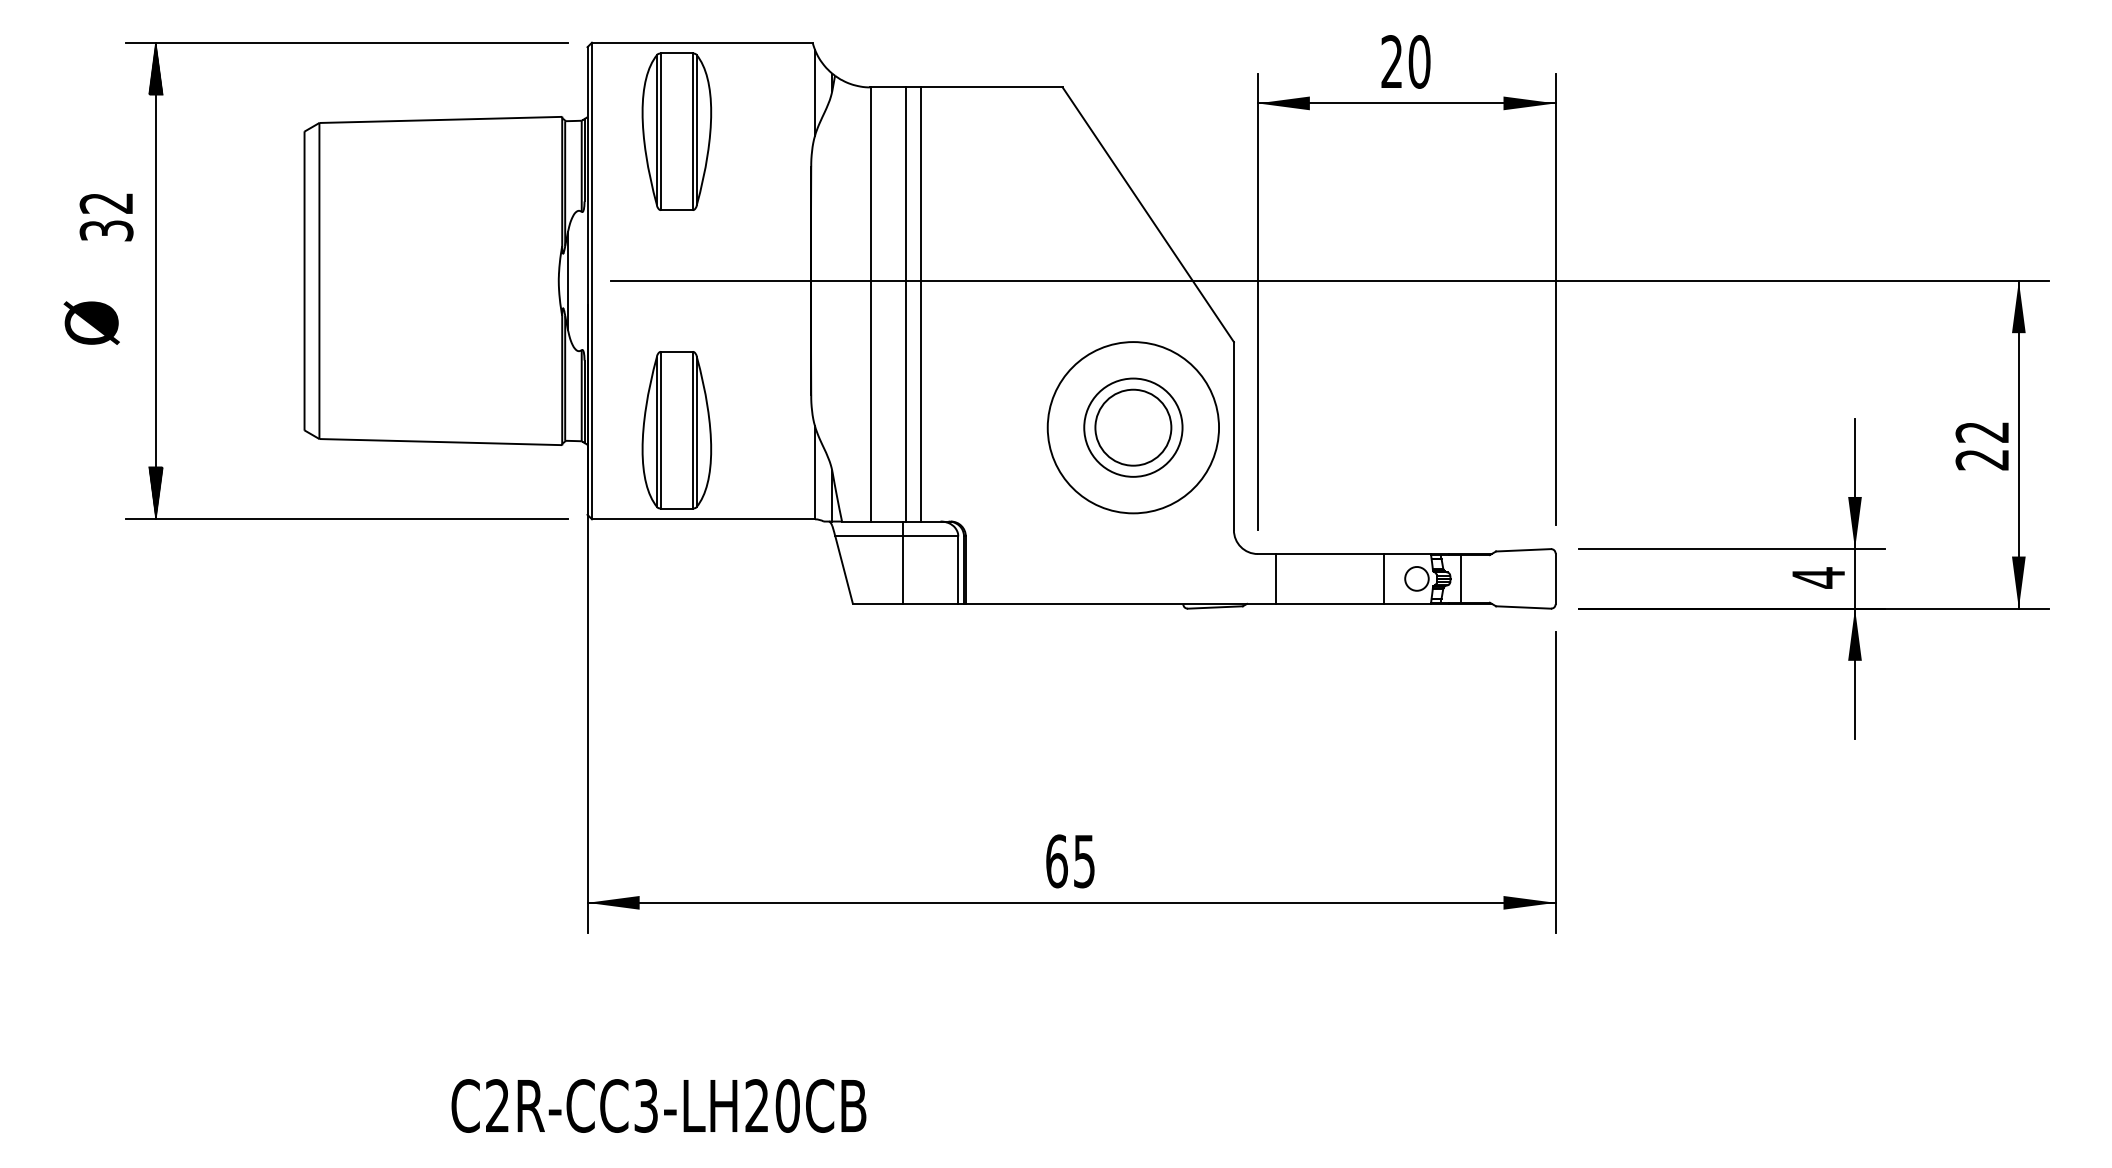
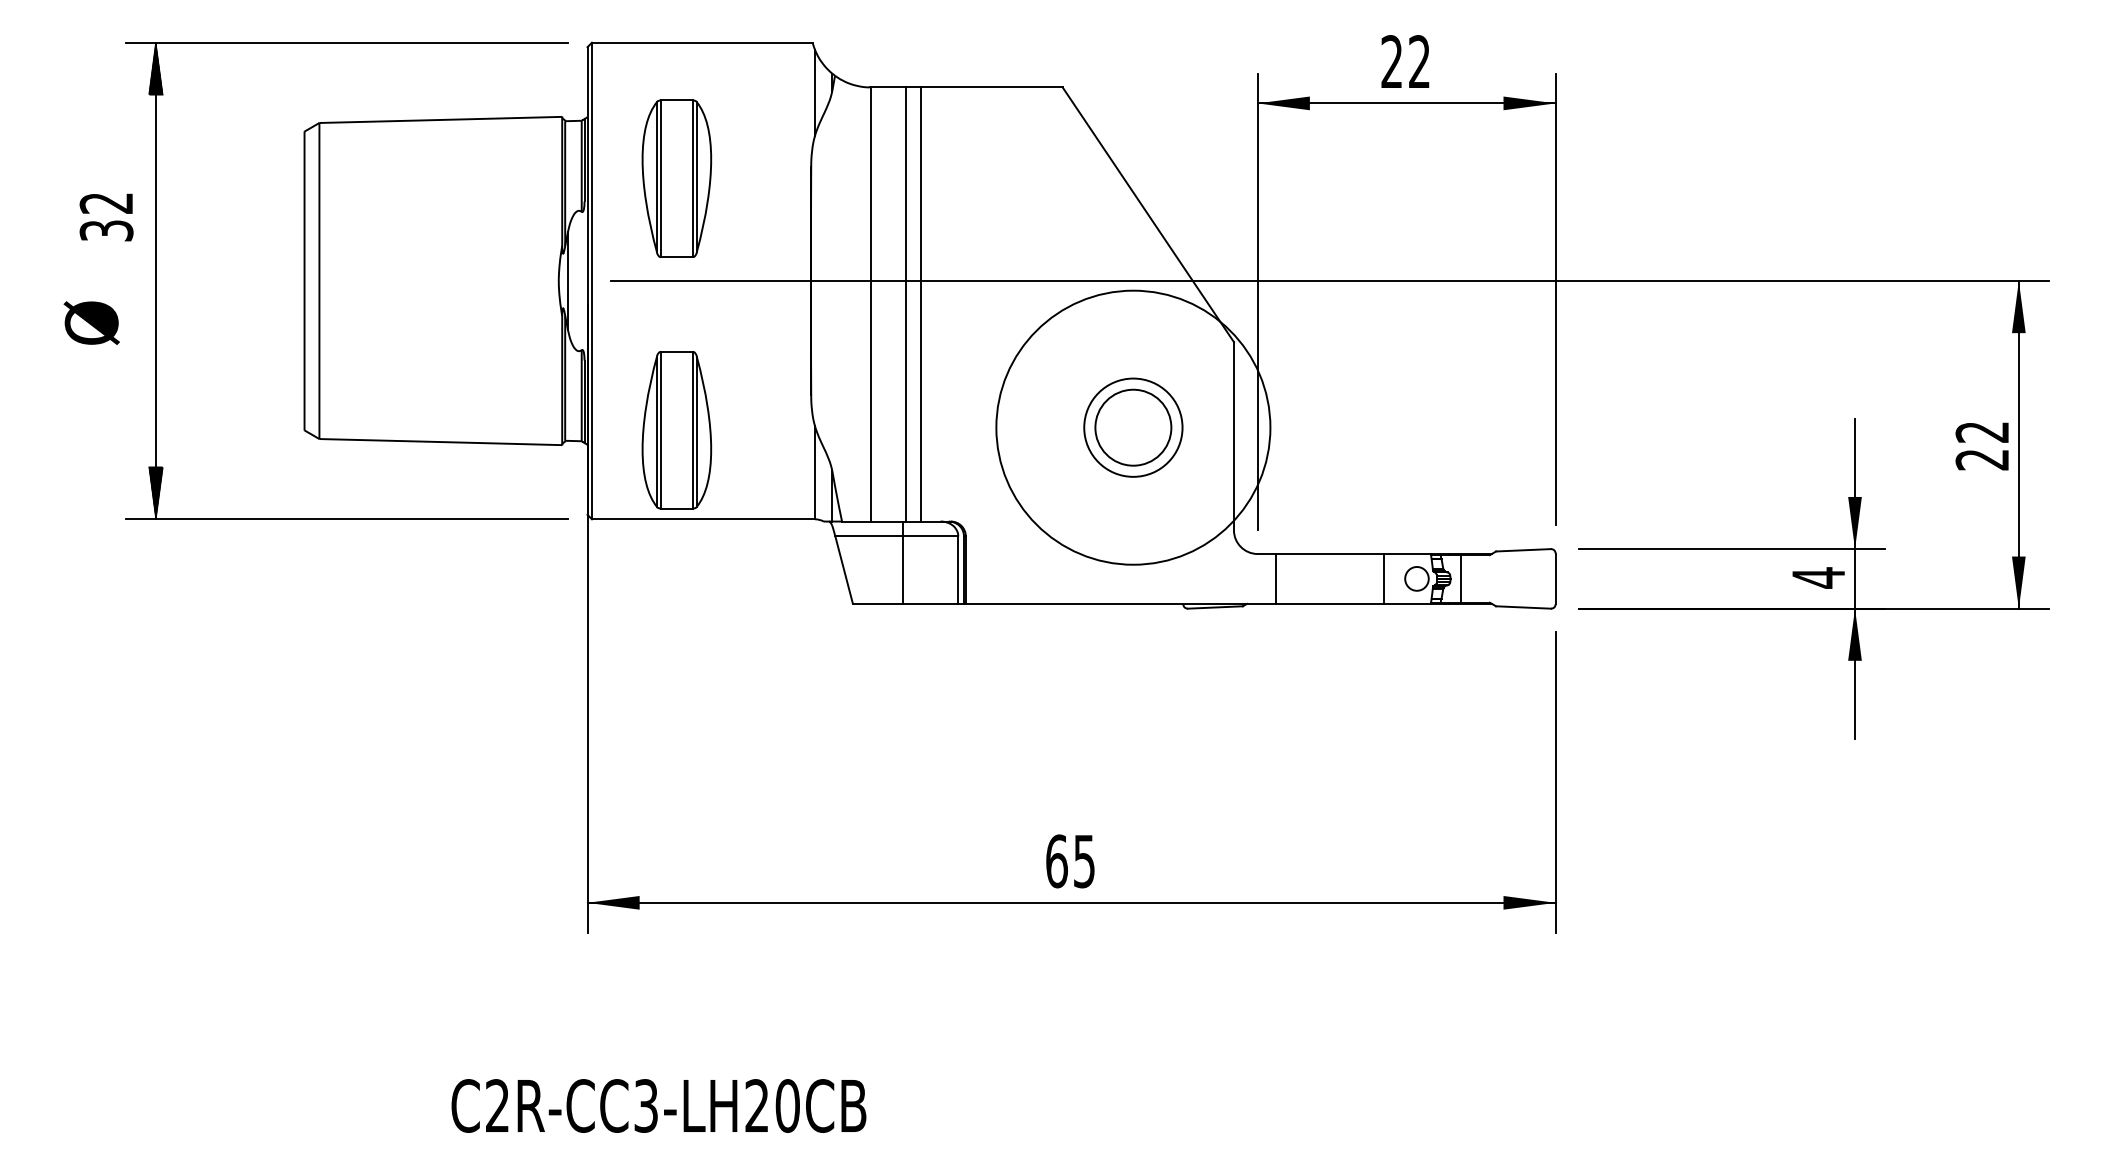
text at (1419, 61): 20 -> 22
part at (676, 131) position: (676, 131) -> (676, 178)
circle at (1133, 427) diameter: 171 px -> 274 px
